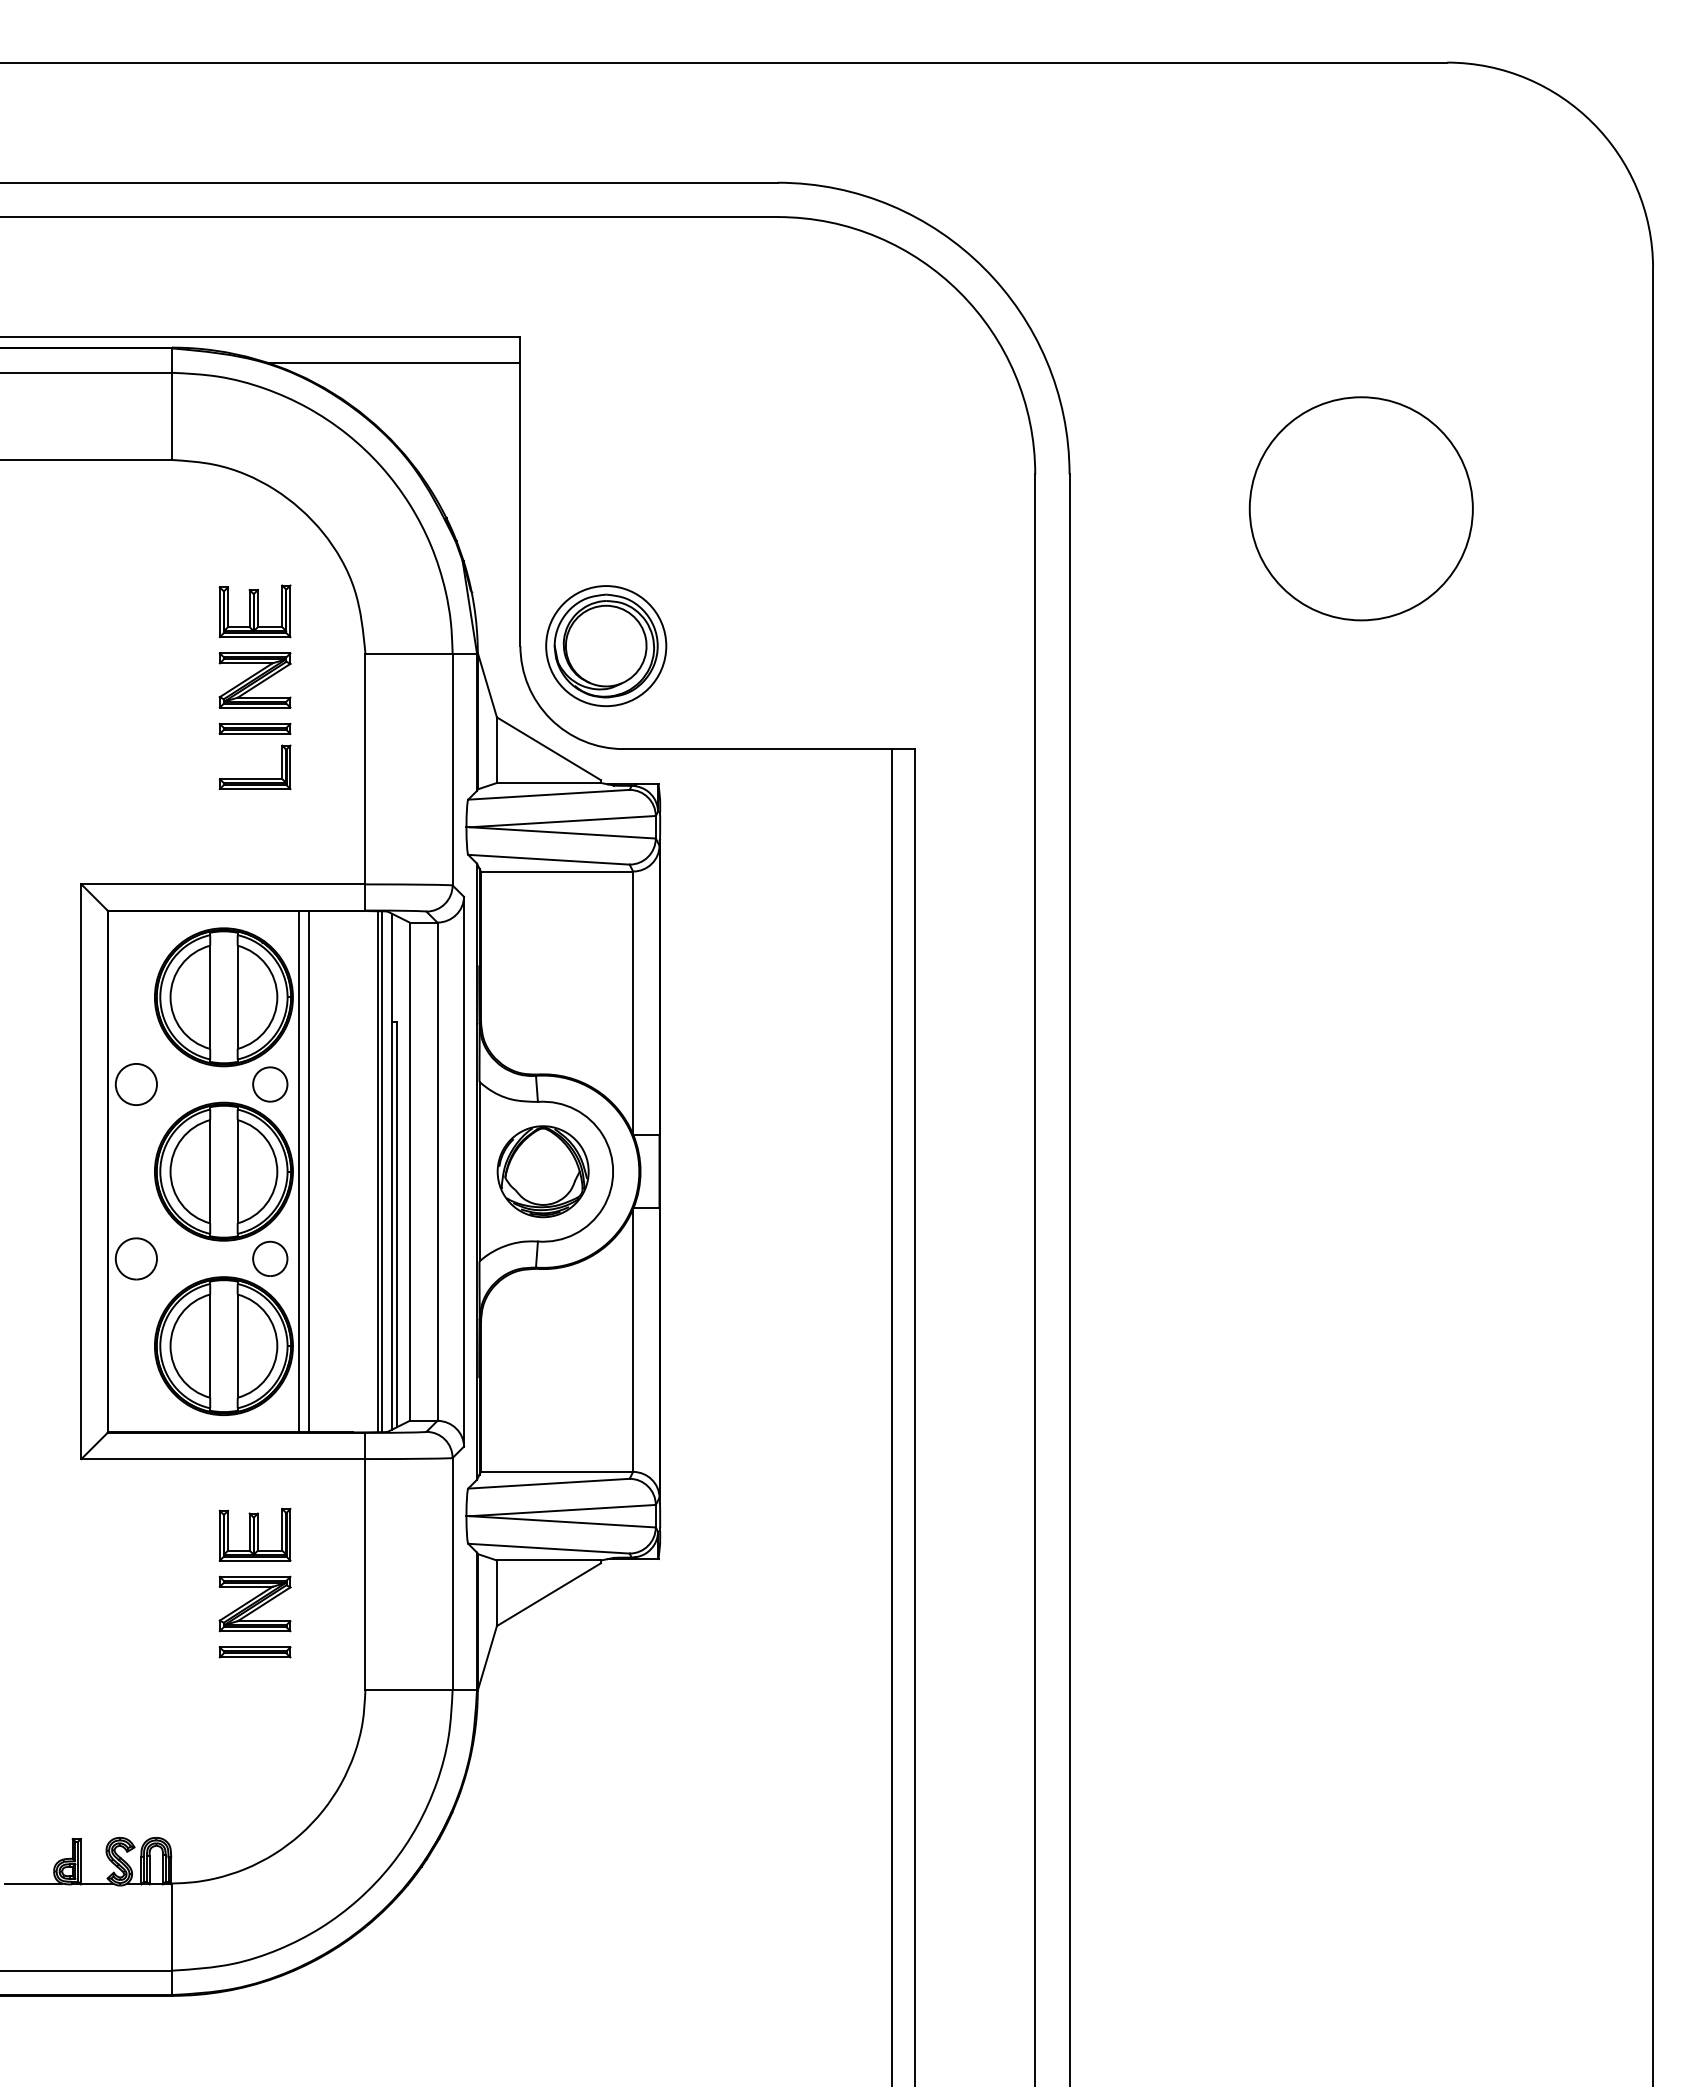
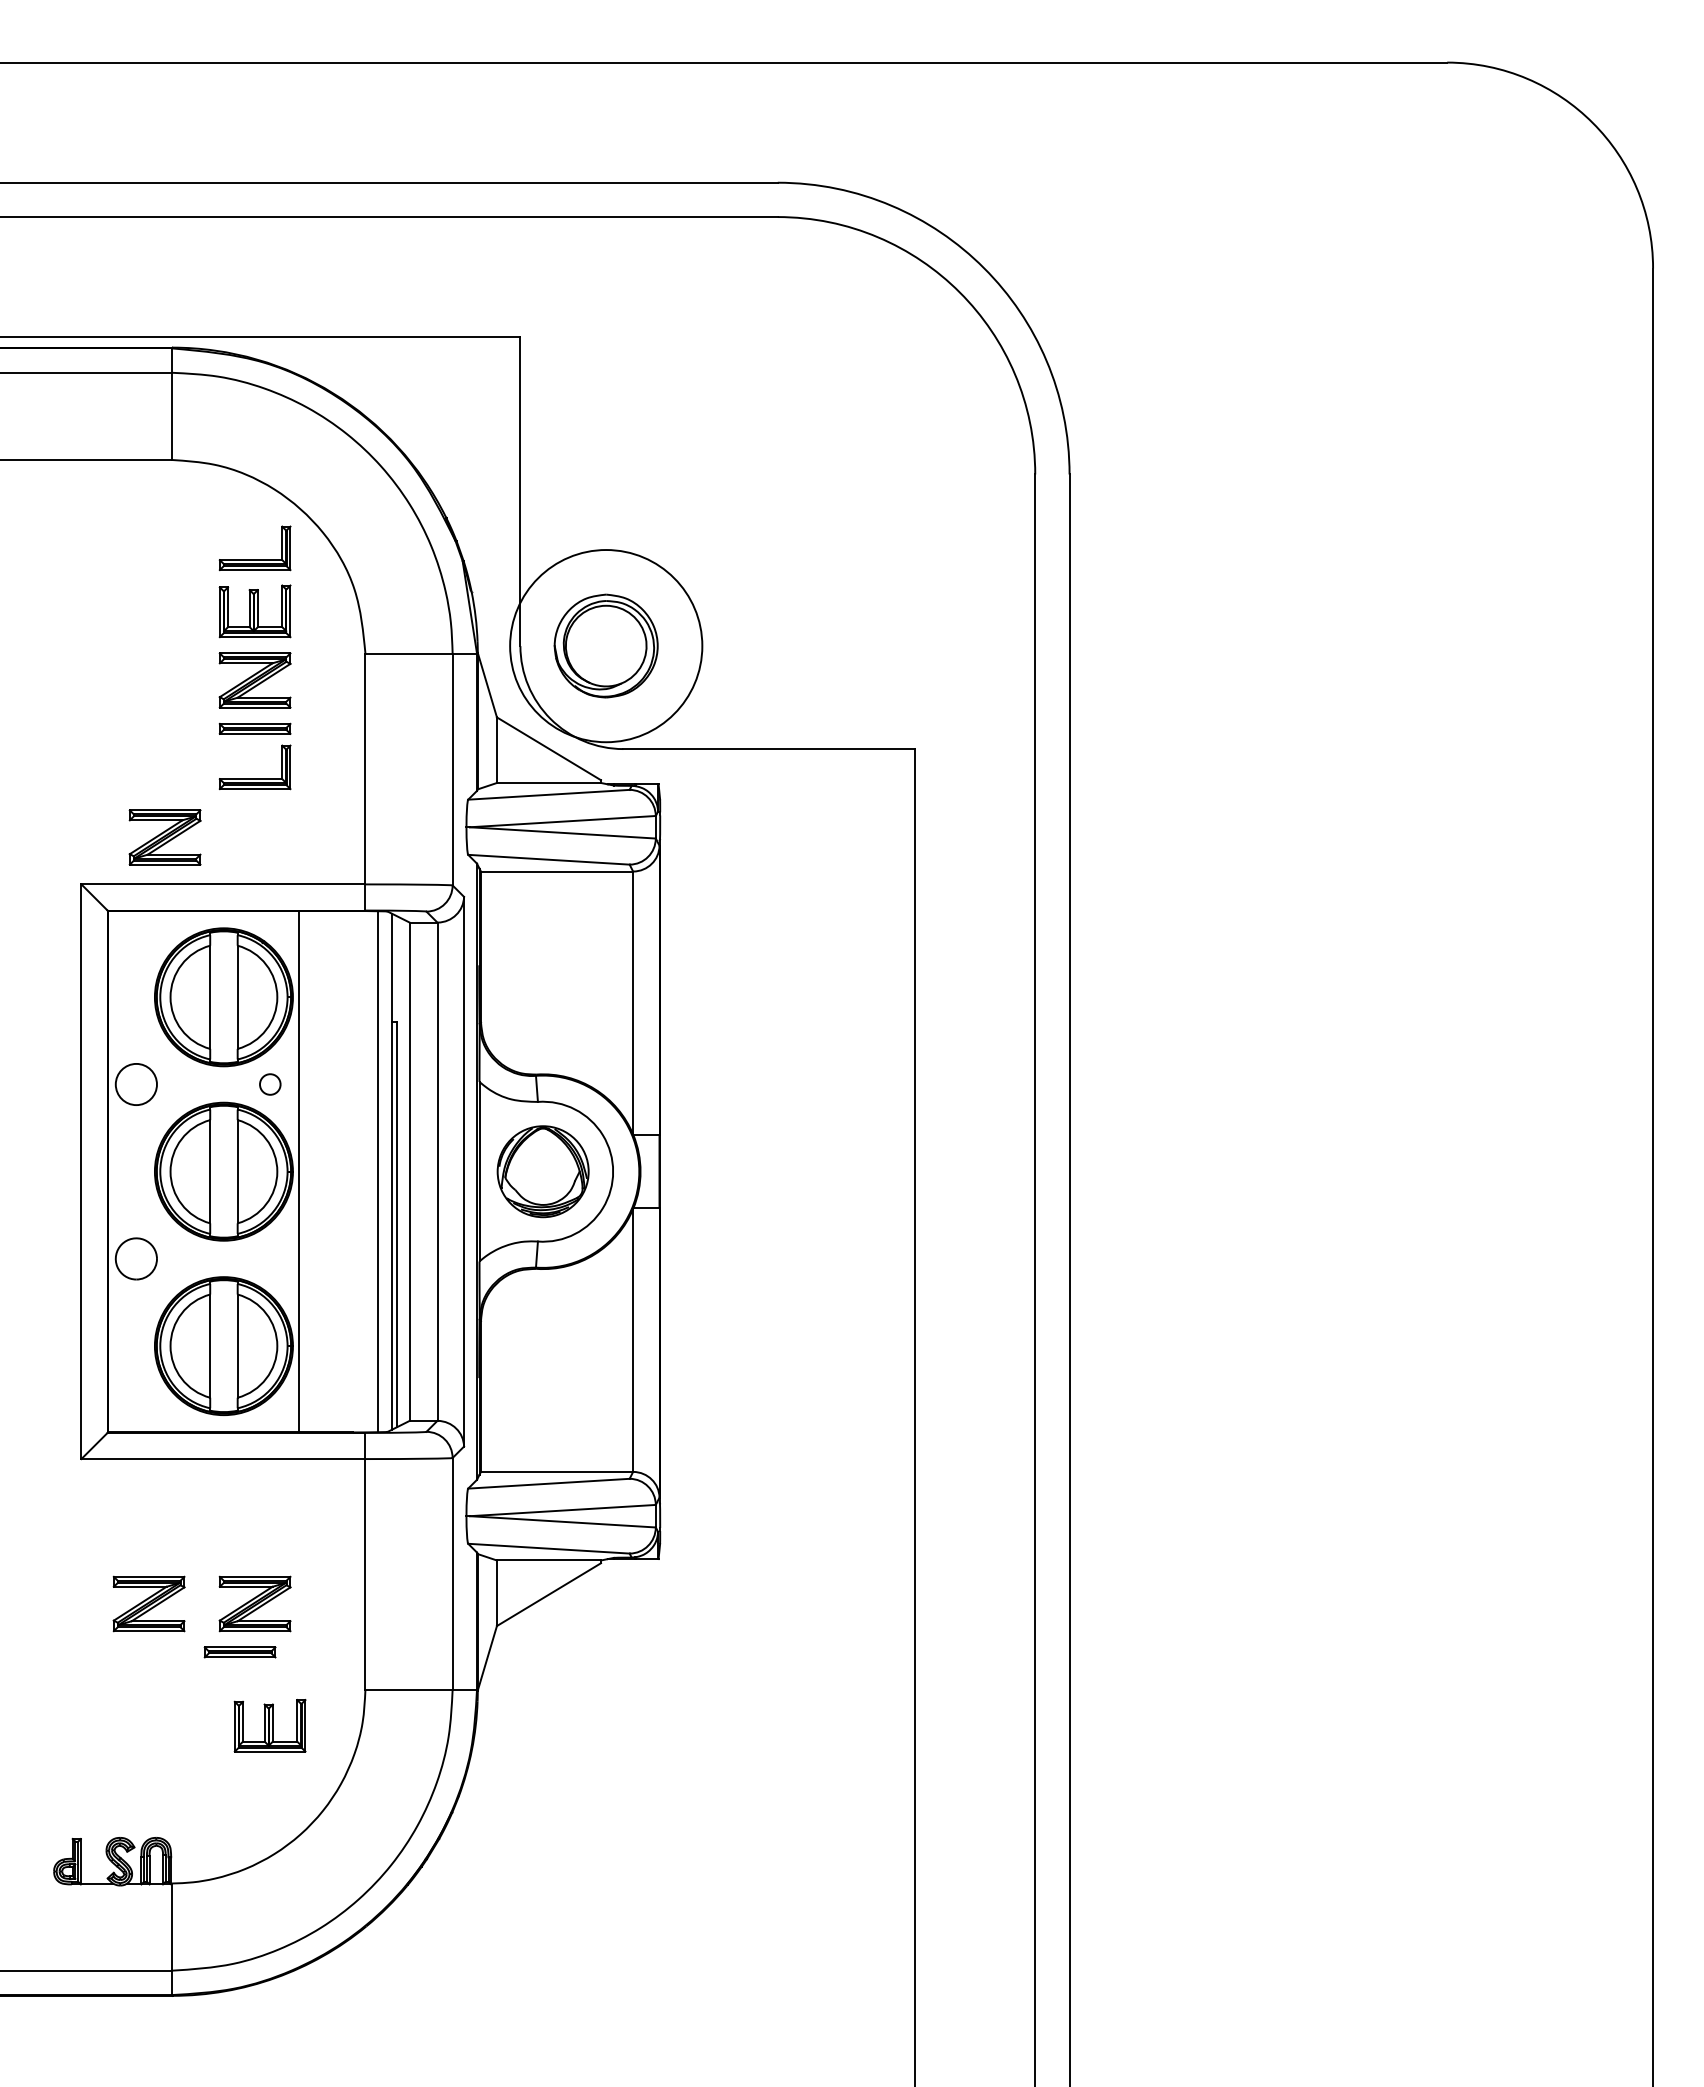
line at (393, 362): present -> none
circle at (1360, 508): present -> none
part at (254, 559): none -> present
circle at (606, 646) diameter: 120 px -> 192 px
part at (164, 837): none -> present
circle at (270, 1084) diameter: 34 px -> 21 px
line at (308, 1171): present -> none
line at (381, 1171): present -> none
part at (270, 1258): present -> none
line at (892, 1416): present -> none
part at (254, 1534) position: (254, 1534) -> (269, 1725)
part at (148, 1603): none -> present
part at (254, 1652) position: (254, 1652) -> (239, 1652)
line at (33, 1883): present -> none
